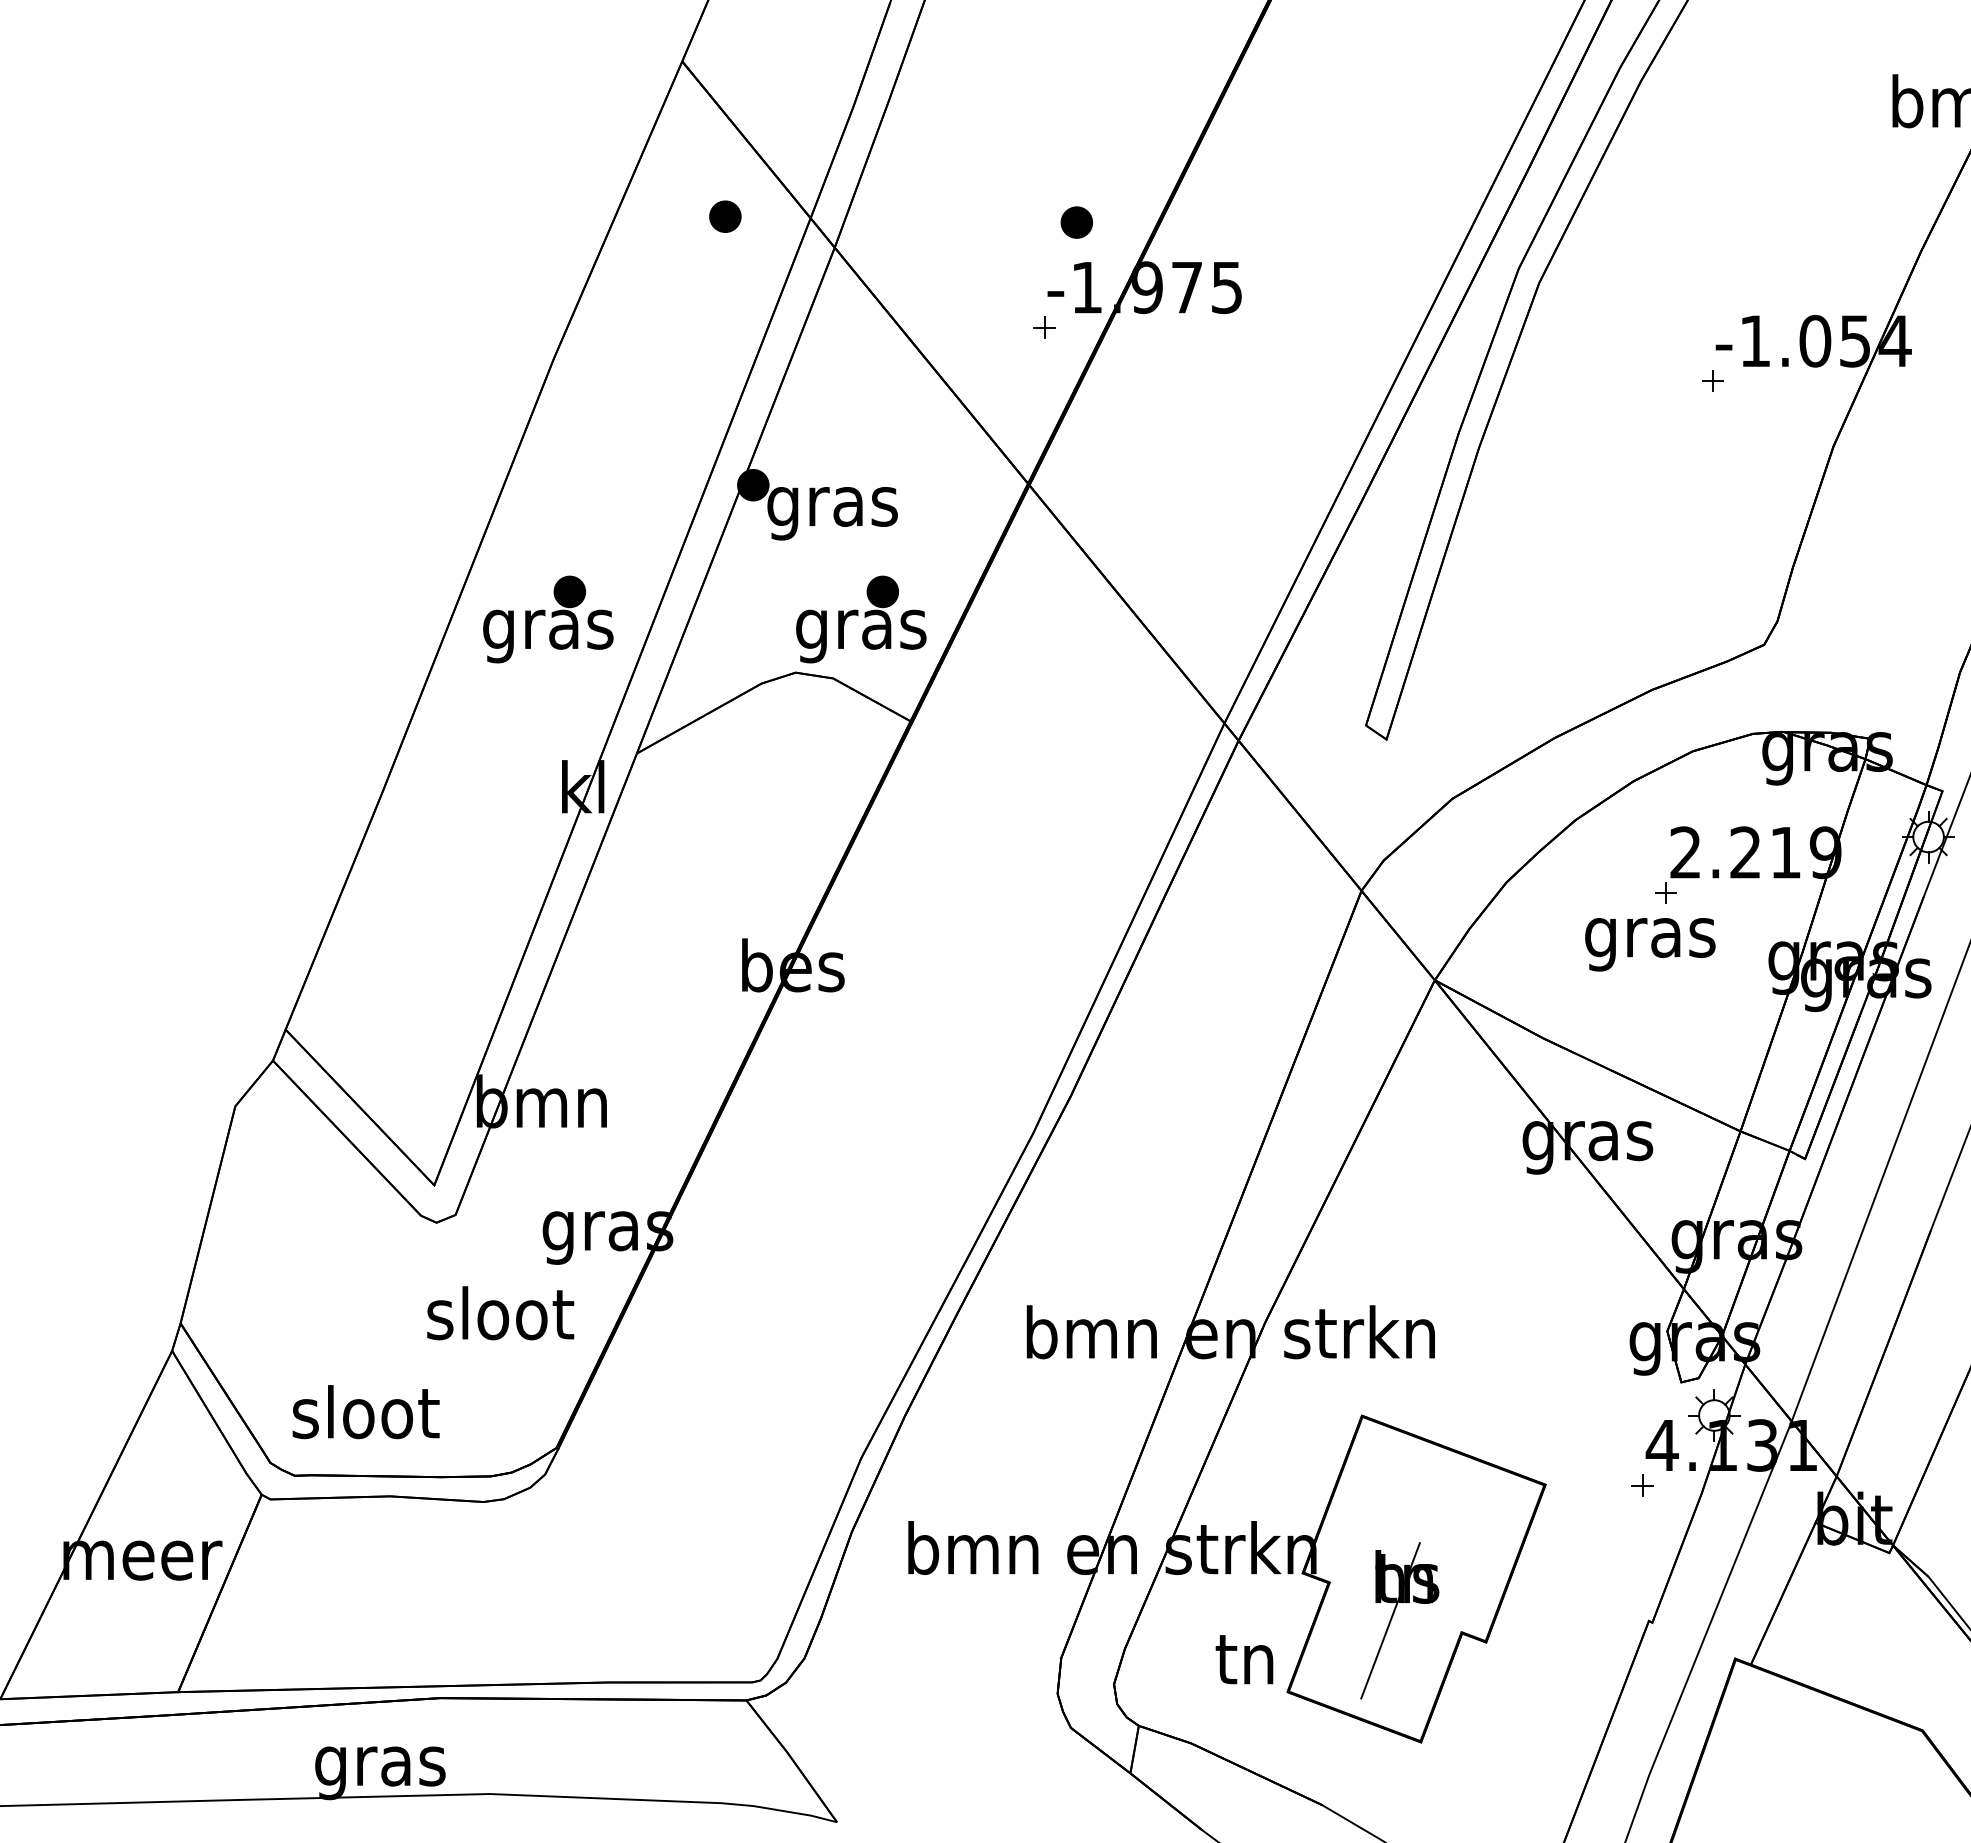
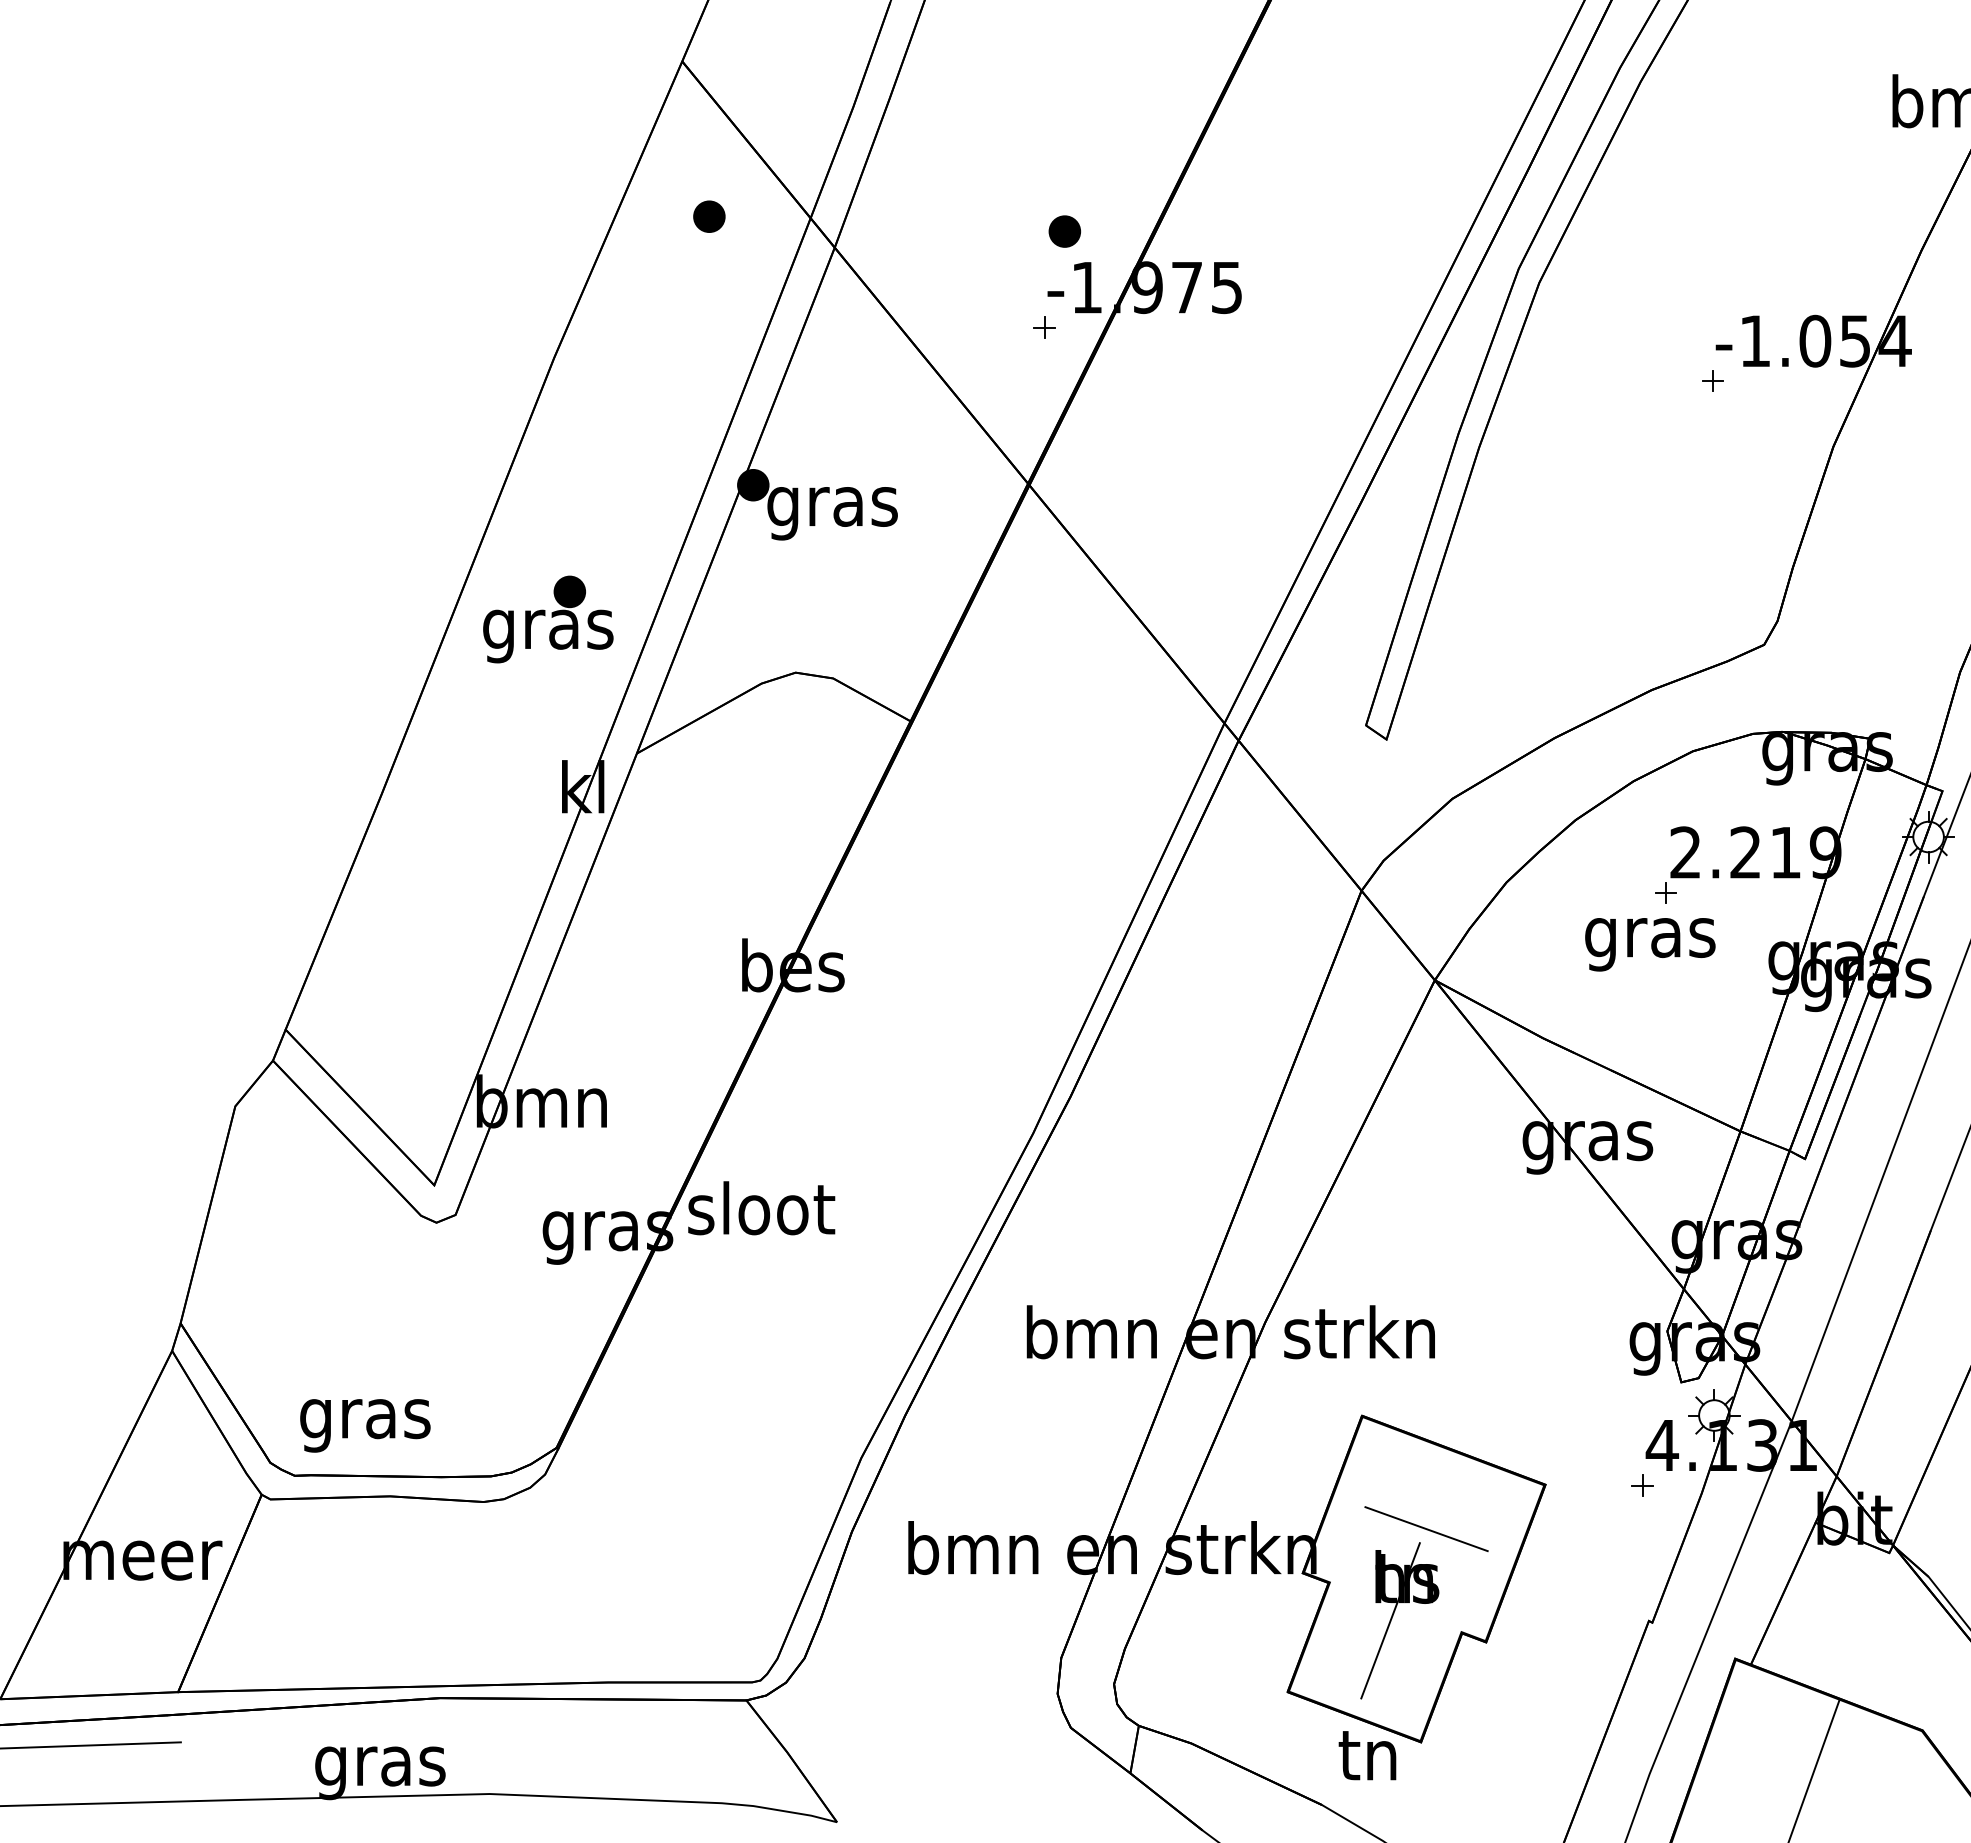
part at (725, 216) position: (725, 216) -> (709, 216)
part at (1076, 222) position: (1076, 222) -> (1064, 231)
part at (861, 619): present -> none
text at (500, 1313) position: (500, 1313) -> (761, 1208)
text at (365, 1418): sloot -> gras
line at (1426, 1529): none -> present
text at (1244, 1659) position: (1244, 1659) -> (1367, 1755)
line at (91, 1745): none -> present
line at (1814, 1769): none -> present
